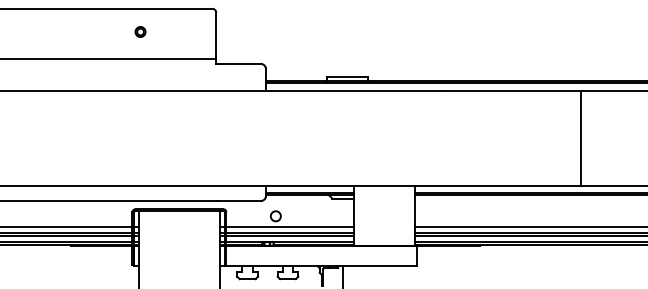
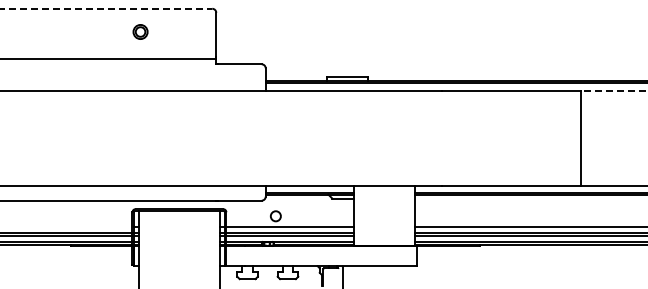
line at (106, 8): solid -> dashed
part at (140, 31) size: 13x12 px -> 17x16 px
line at (614, 90): solid -> dashed
line at (67, 227): present -> none
